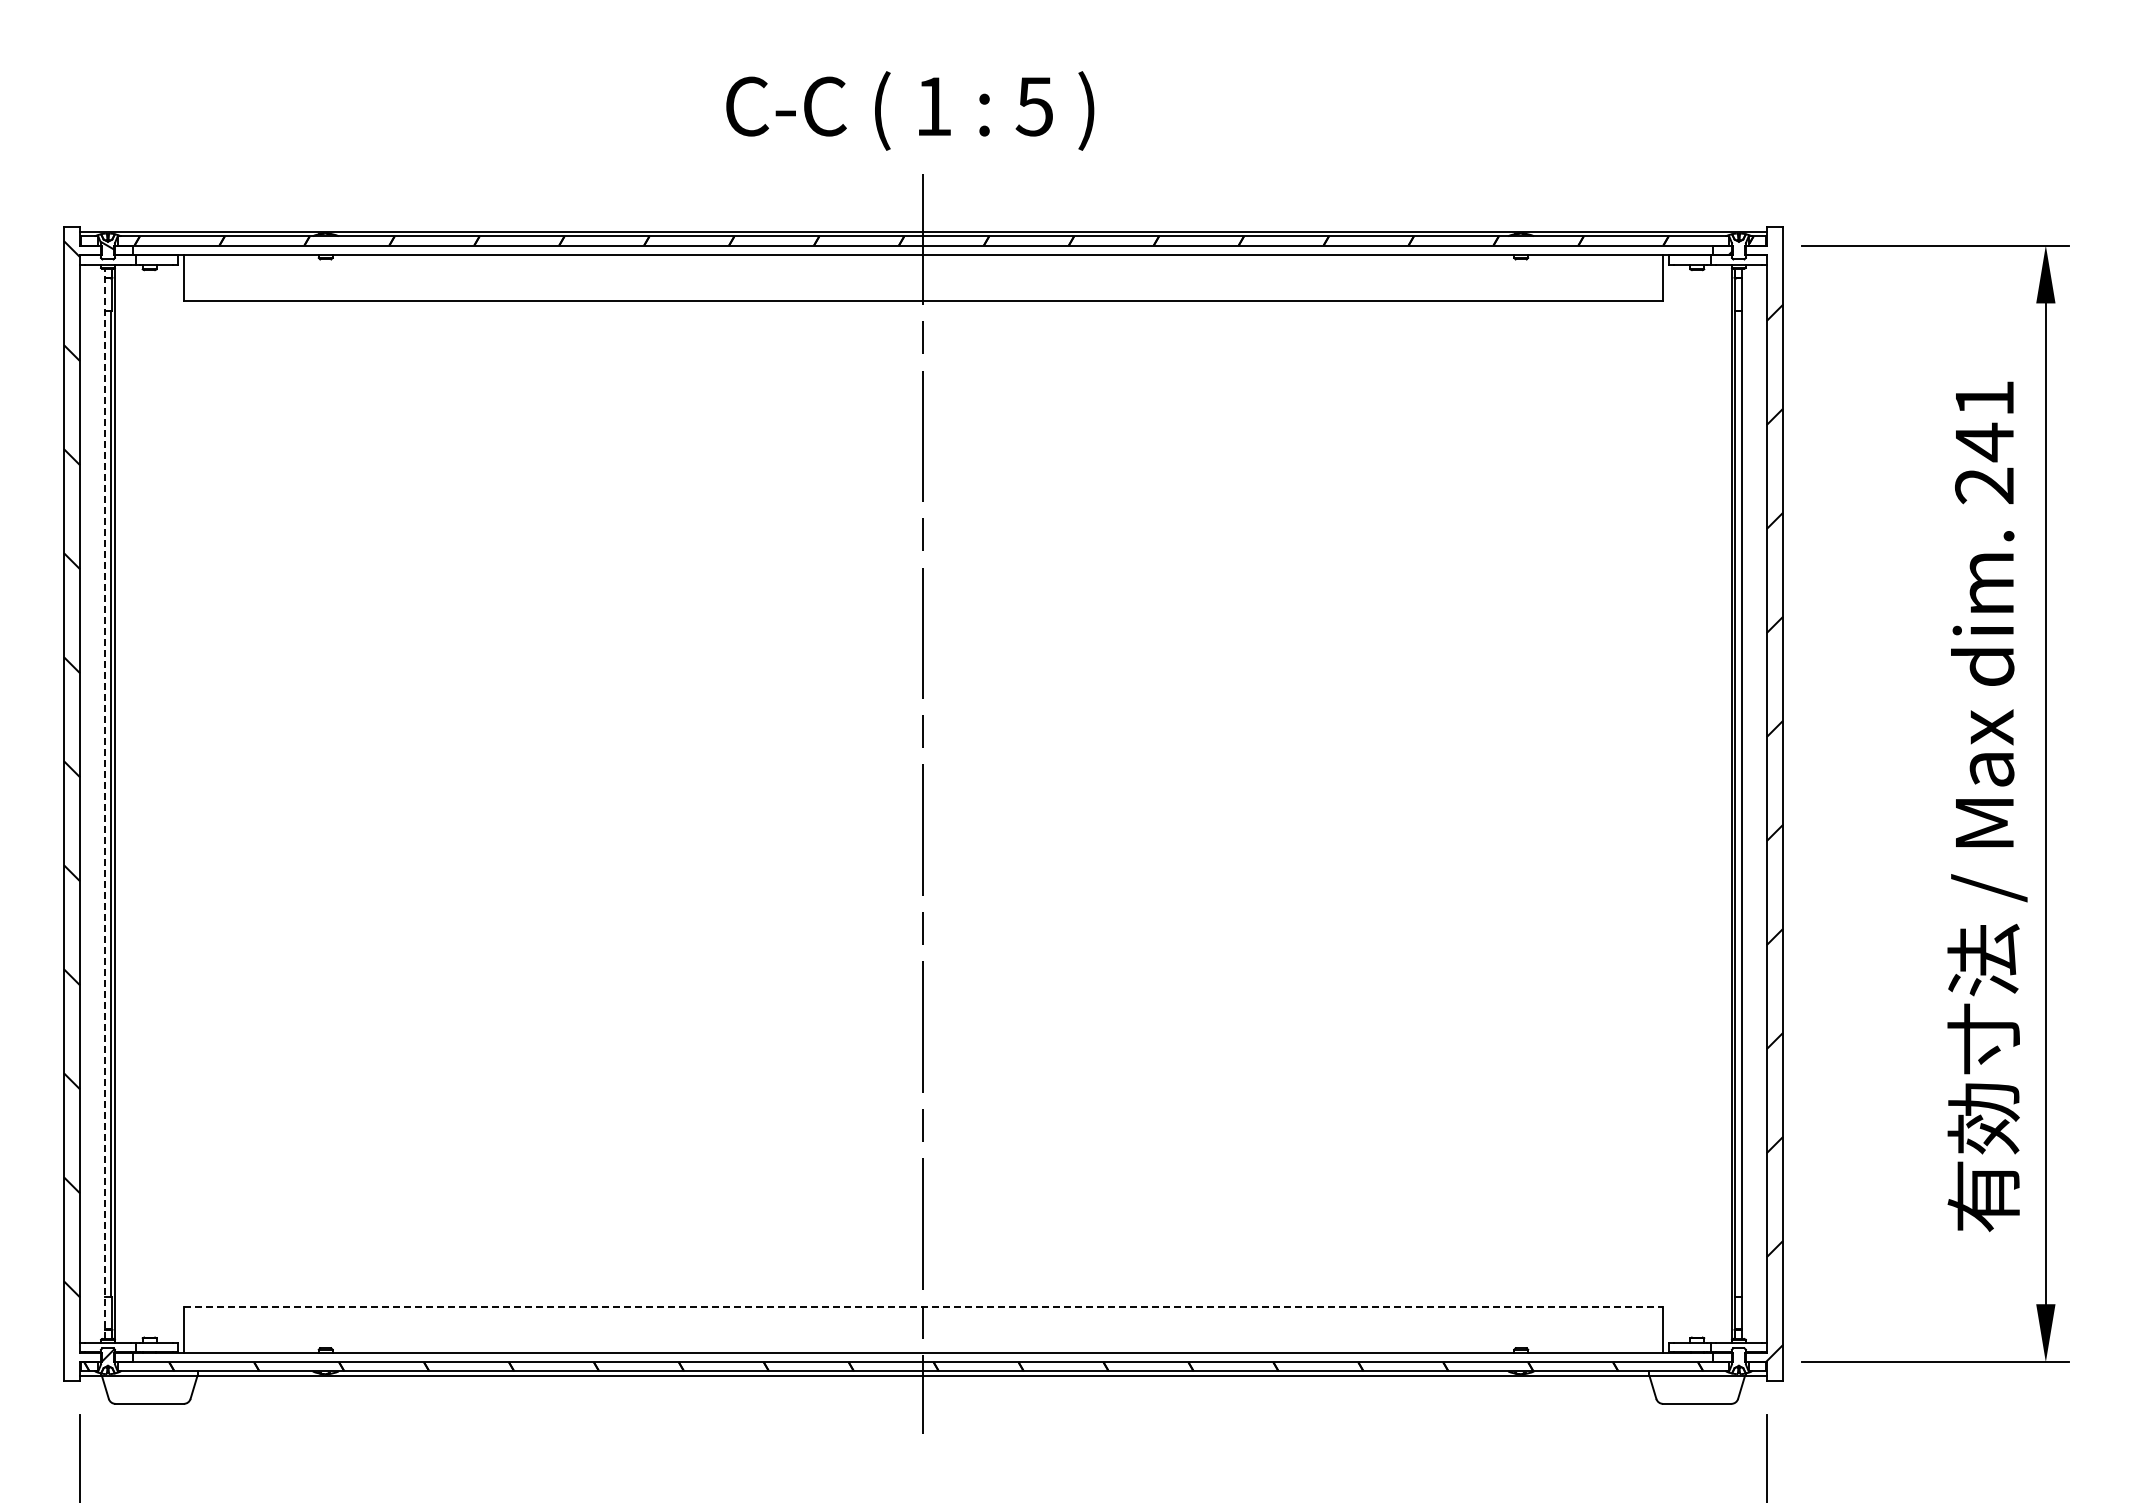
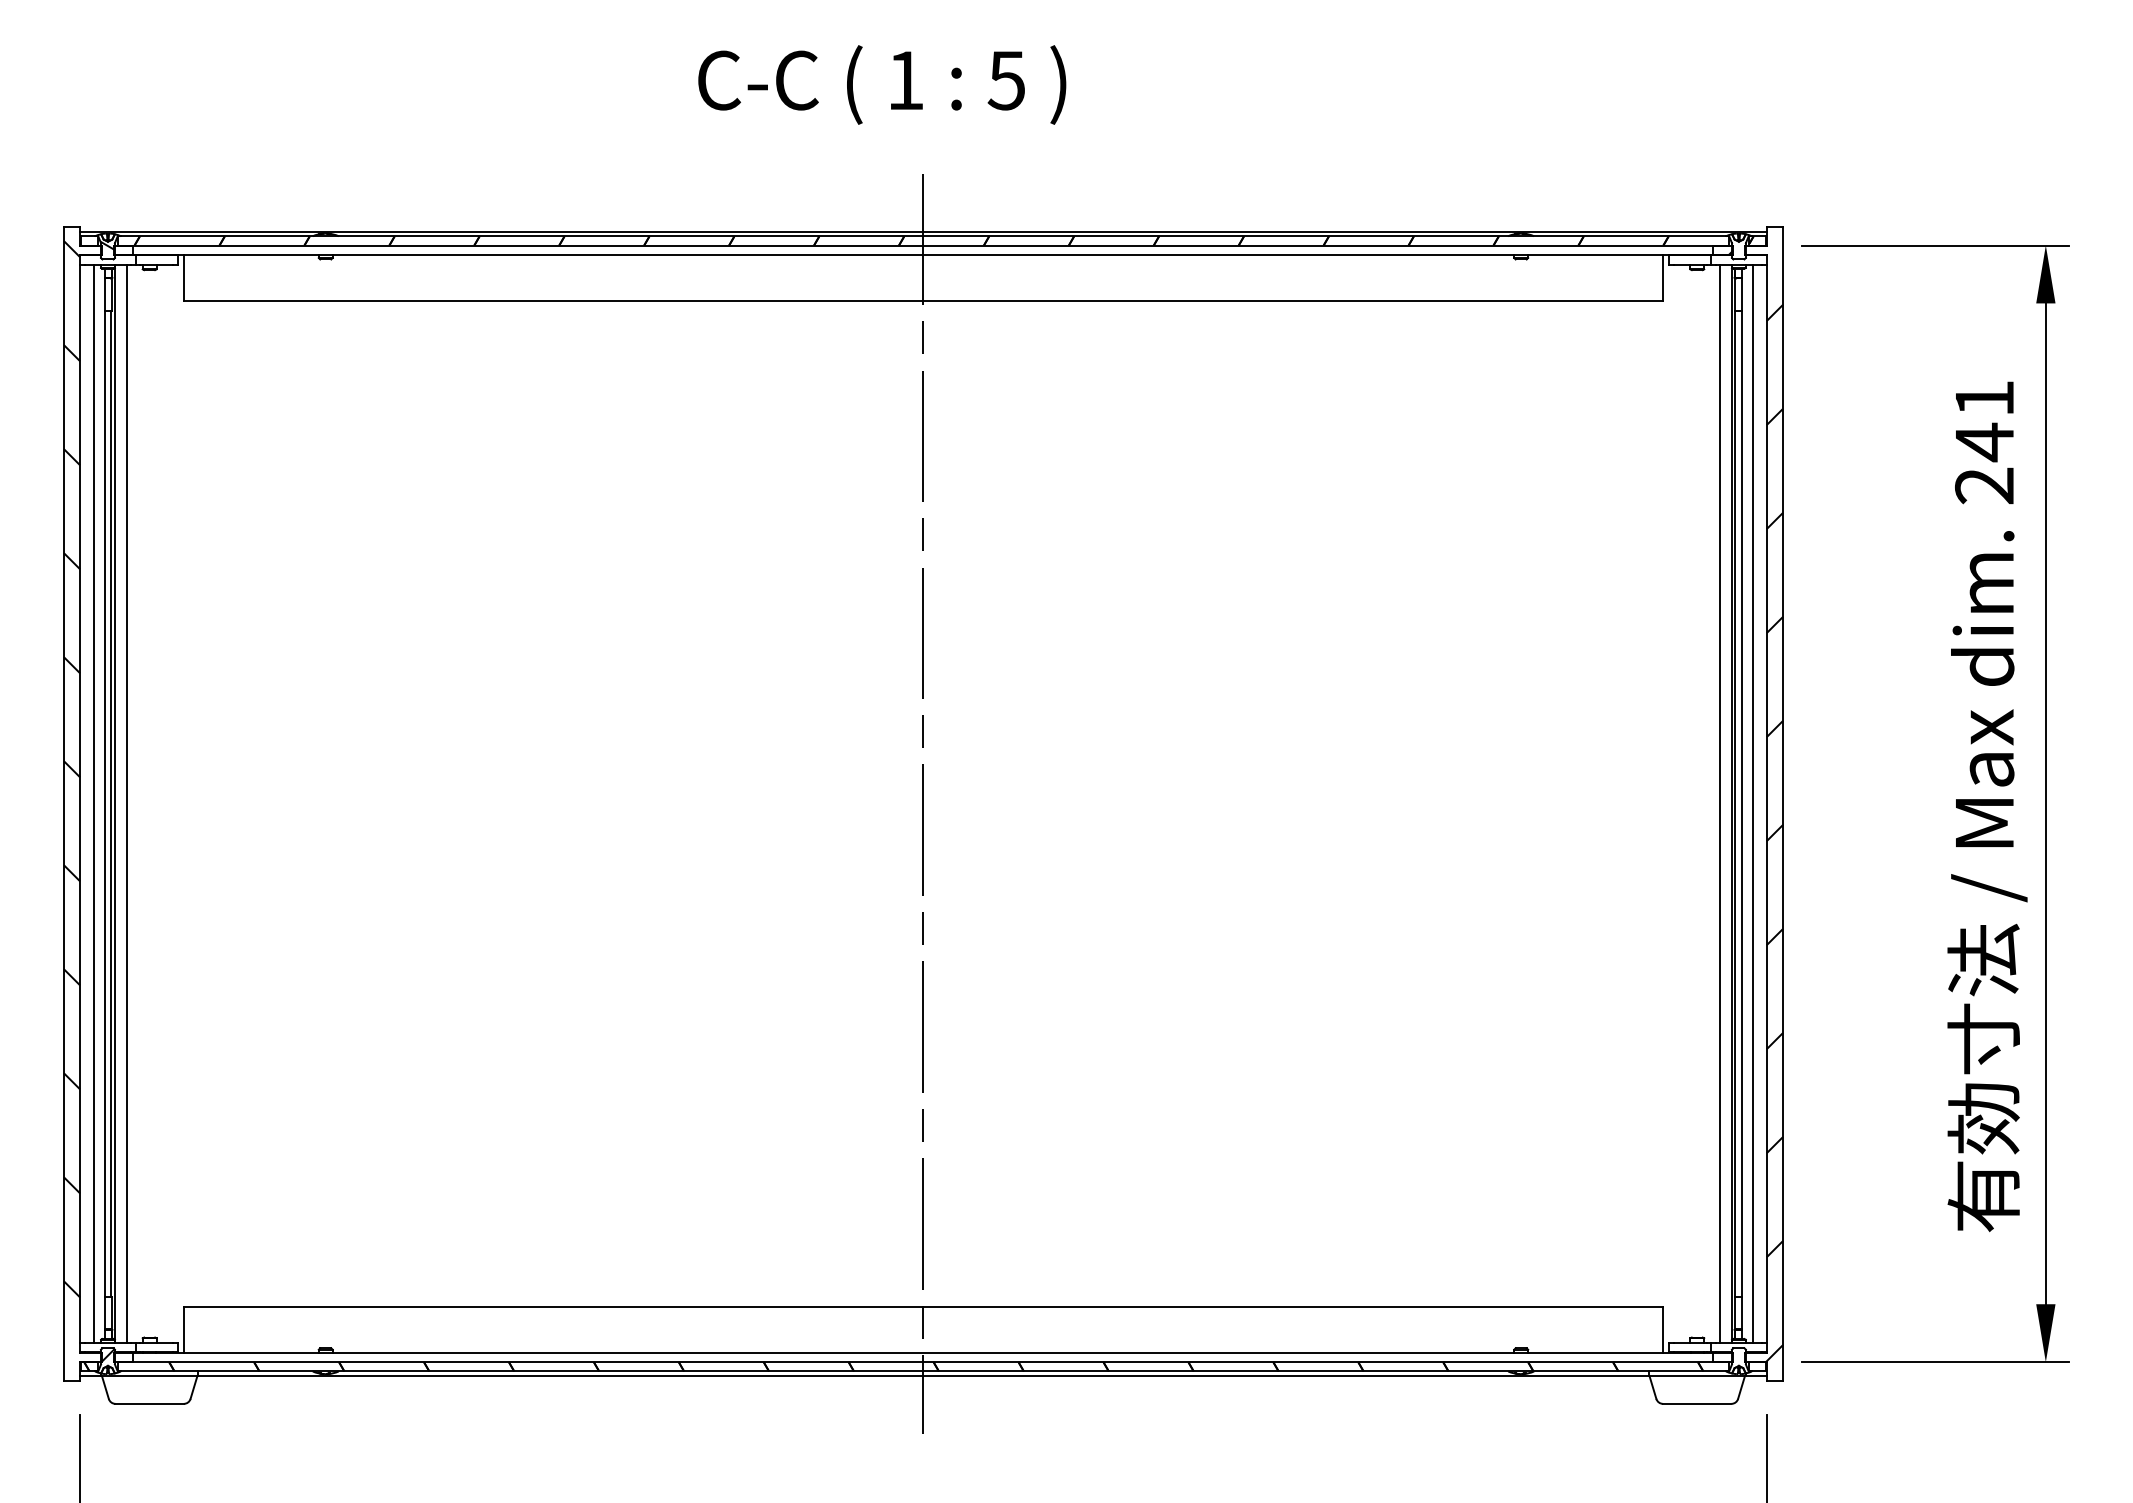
text at (910, 110) position: (910, 110) -> (882, 84)
line at (94, 803): none -> present
line at (105, 803): dashed -> solid
line at (126, 803): none -> present
line at (1720, 803): none -> present
line at (1752, 803): none -> present
line at (923, 1306): dashed -> solid
